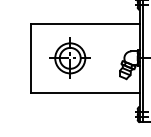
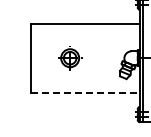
part at (69, 57) size: 42x42 px -> 25x25 px
line at (85, 93): solid -> dashed
